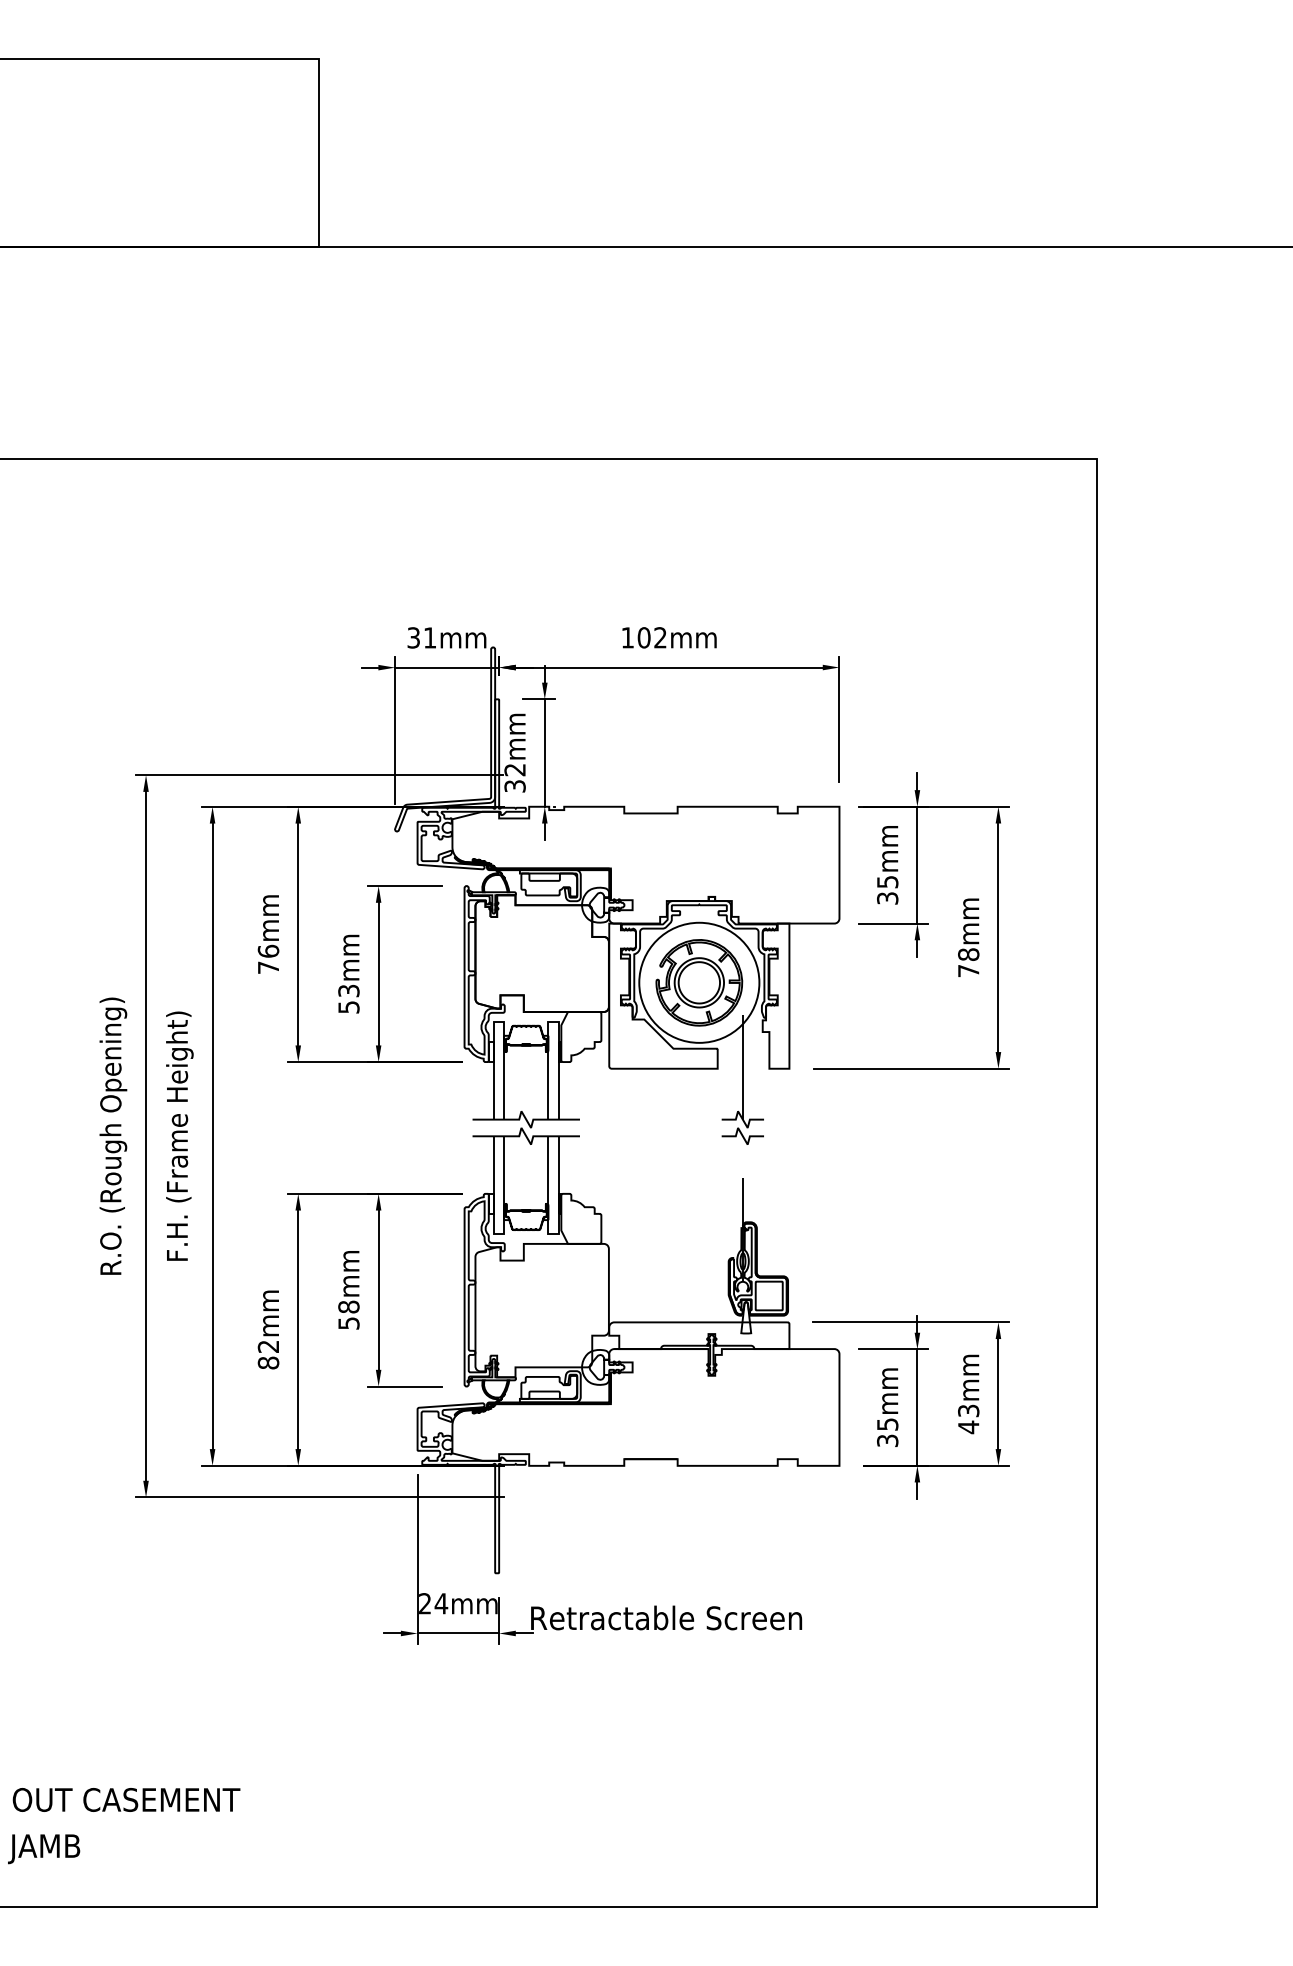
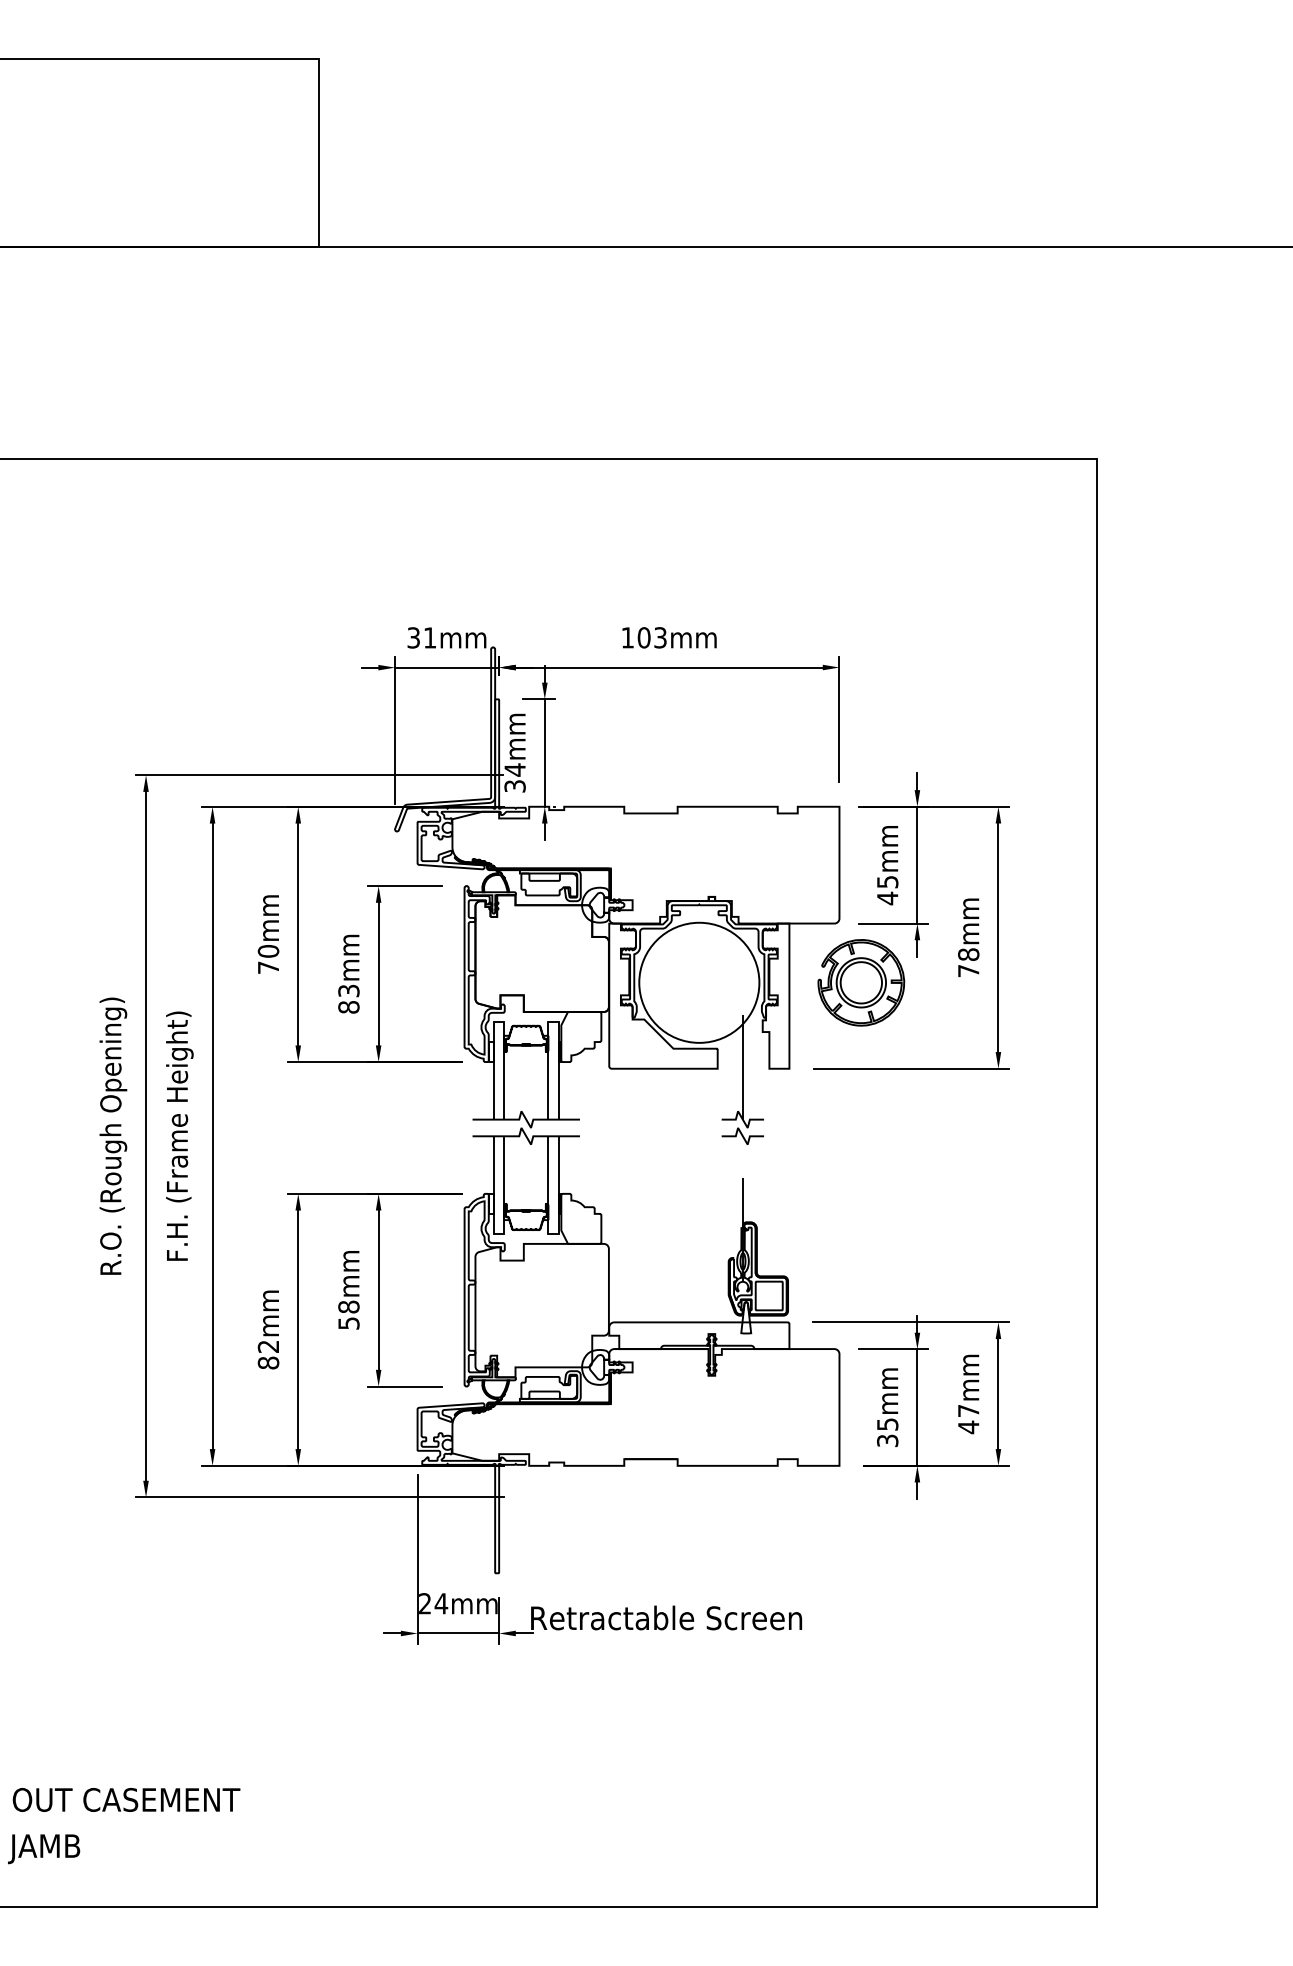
text at (660, 637): 102mm -> 103mm
text at (514, 769): 32mm -> 34mm
text at (887, 898): 35mm -> 45mm
text at (268, 950): 76mm -> 70mm
part at (699, 982) position: (699, 982) -> (861, 982)
text at (348, 1007): 53mm -> 83mm
text at (968, 1410): 43mm -> 47mm
